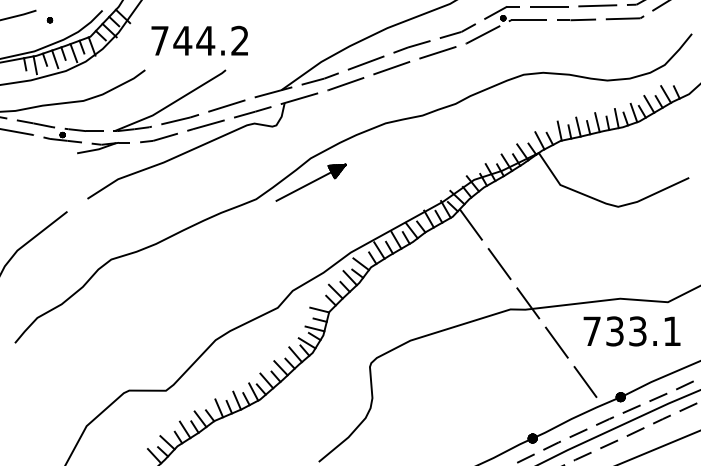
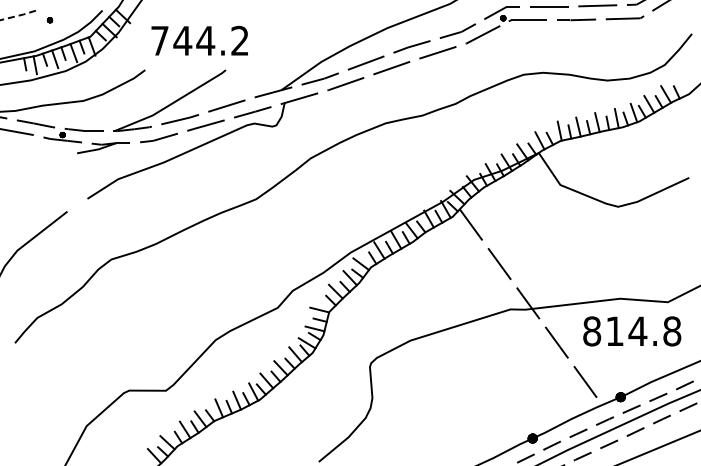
line at (19, 15): solid -> dashed
part at (310, 182): present -> none
text at (632, 331): 733.1 -> 814.8
